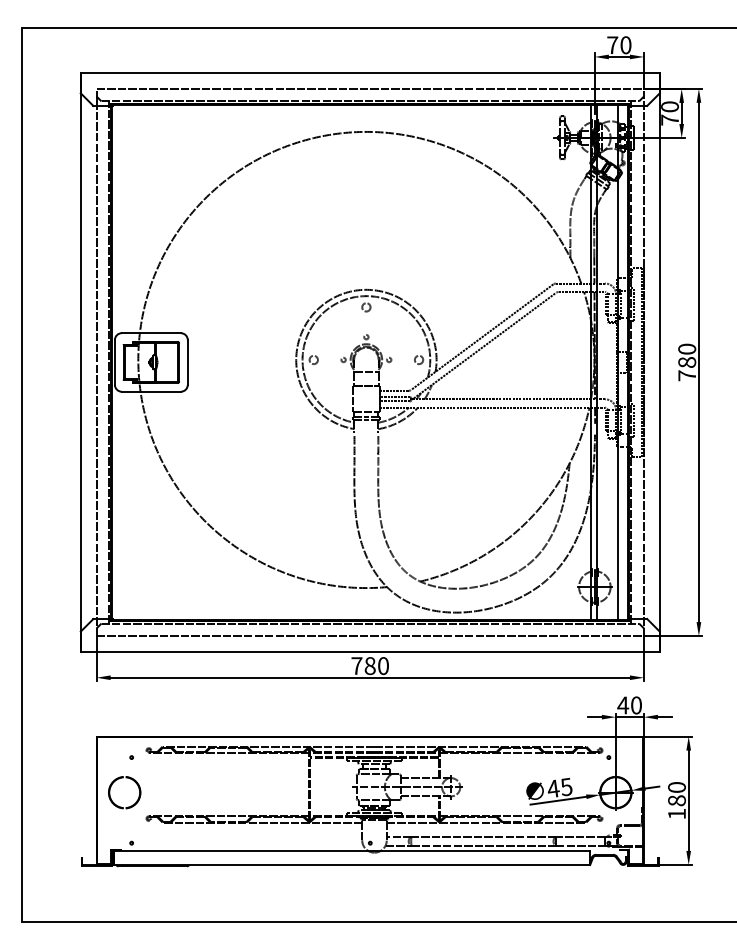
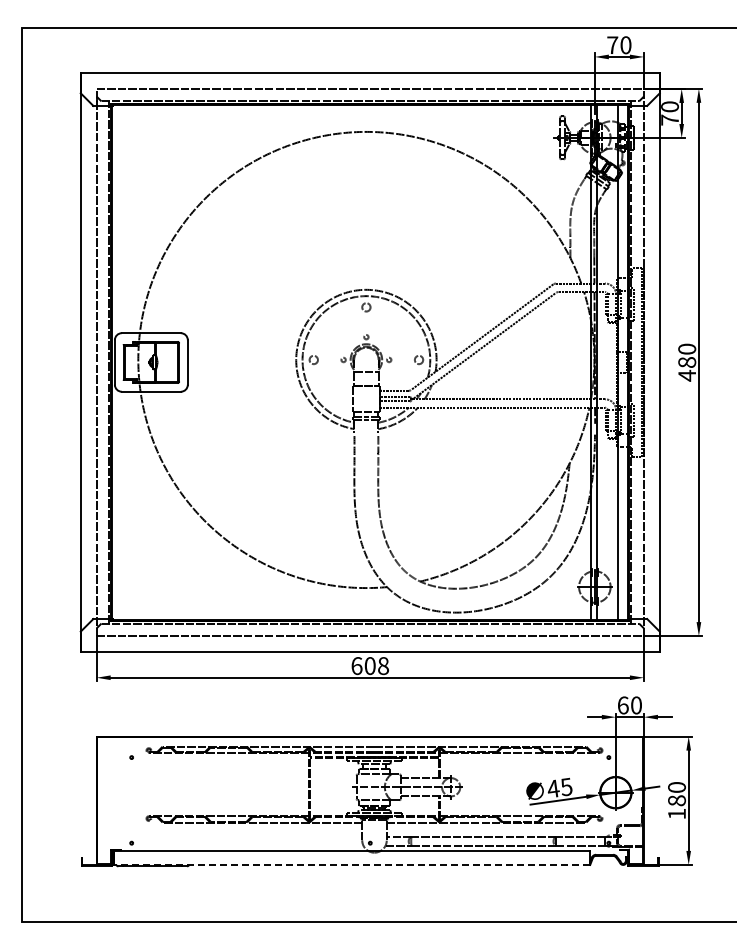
text at (686, 375): 780 -> 480
text at (370, 666): 780 -> 608
text at (623, 705): 40 -> 60
part at (117, 780): present -> none
line at (352, 864): solid -> dashed
